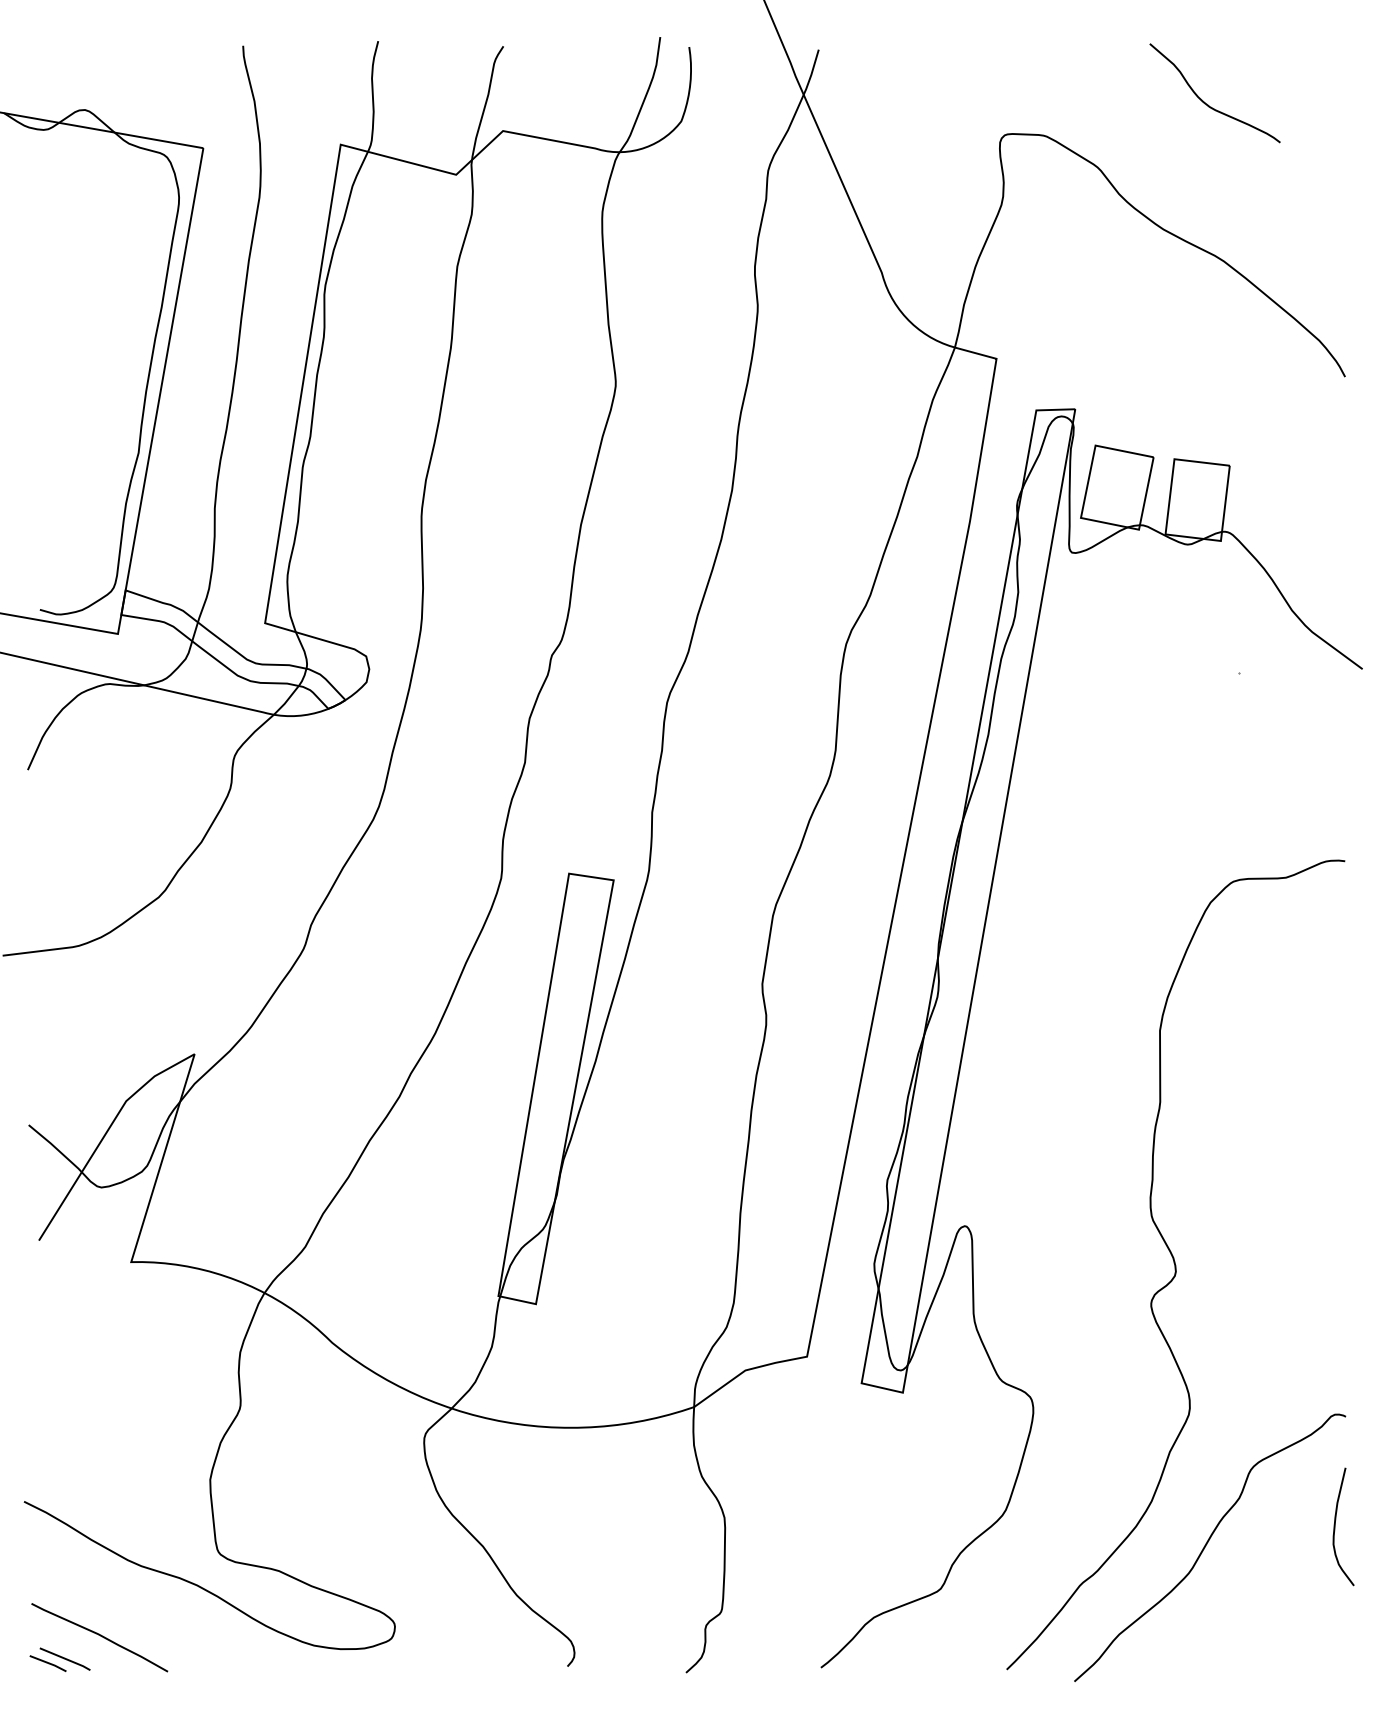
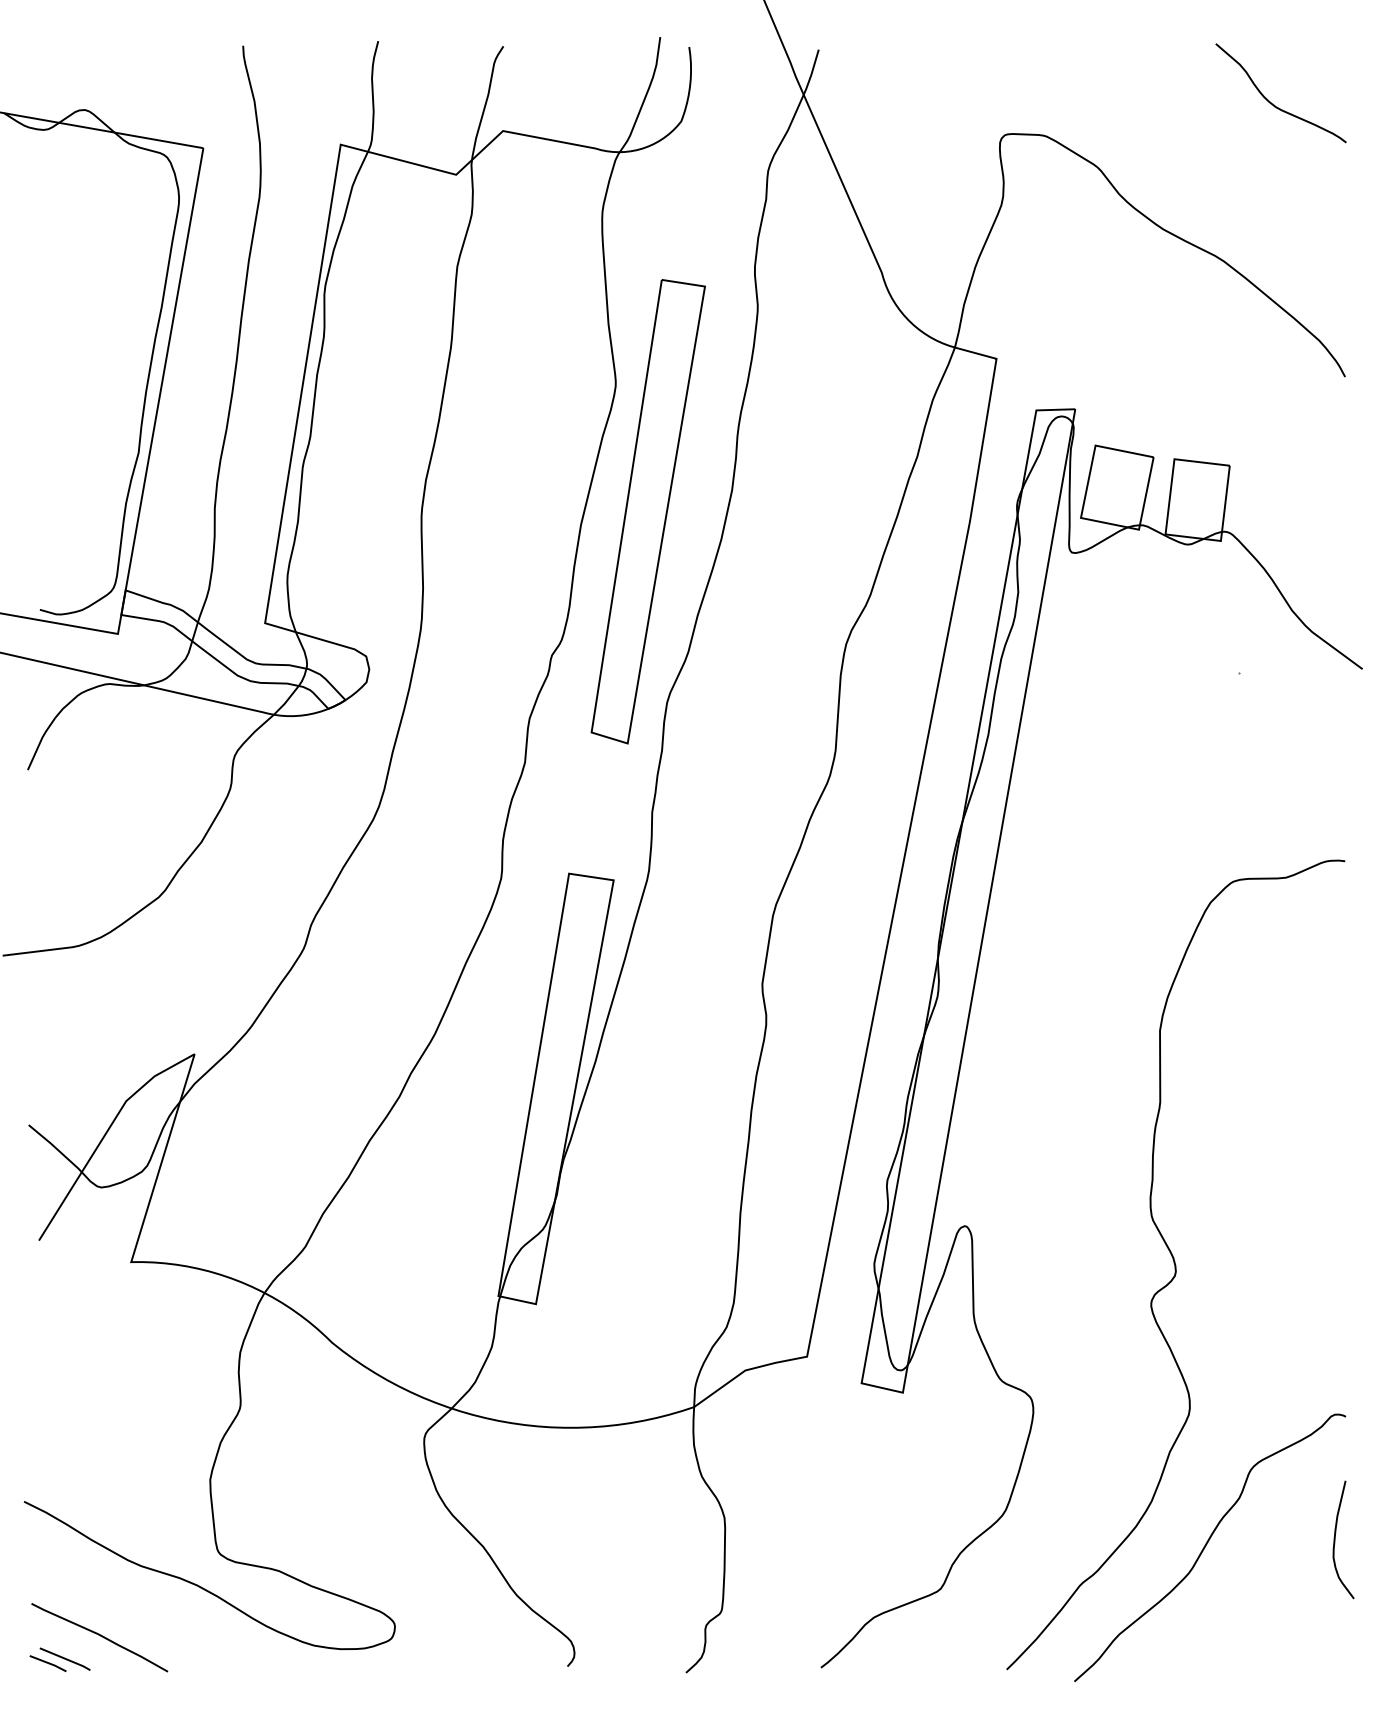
curve at (1208, 104) position: (1208, 104) -> (1274, 104)
part at (647, 511): none -> present
curve at (1335, 1526) position: (1335, 1526) -> (1335, 1539)
